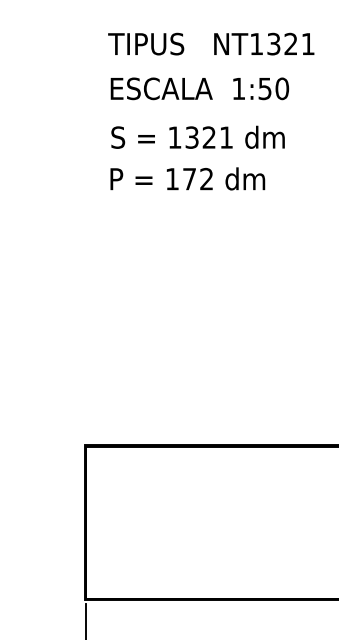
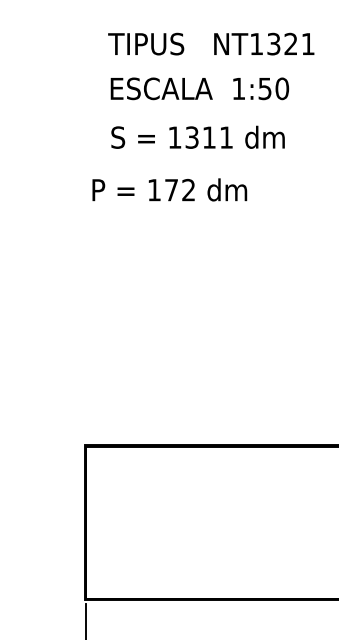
text at (208, 137): 1321 -> 1311
text at (187, 178) position: (187, 178) -> (169, 189)
